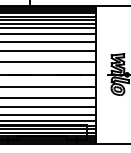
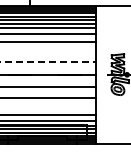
line at (48, 51): present -> none
line at (47, 62): solid -> dashed
line at (48, 107): present -> none
